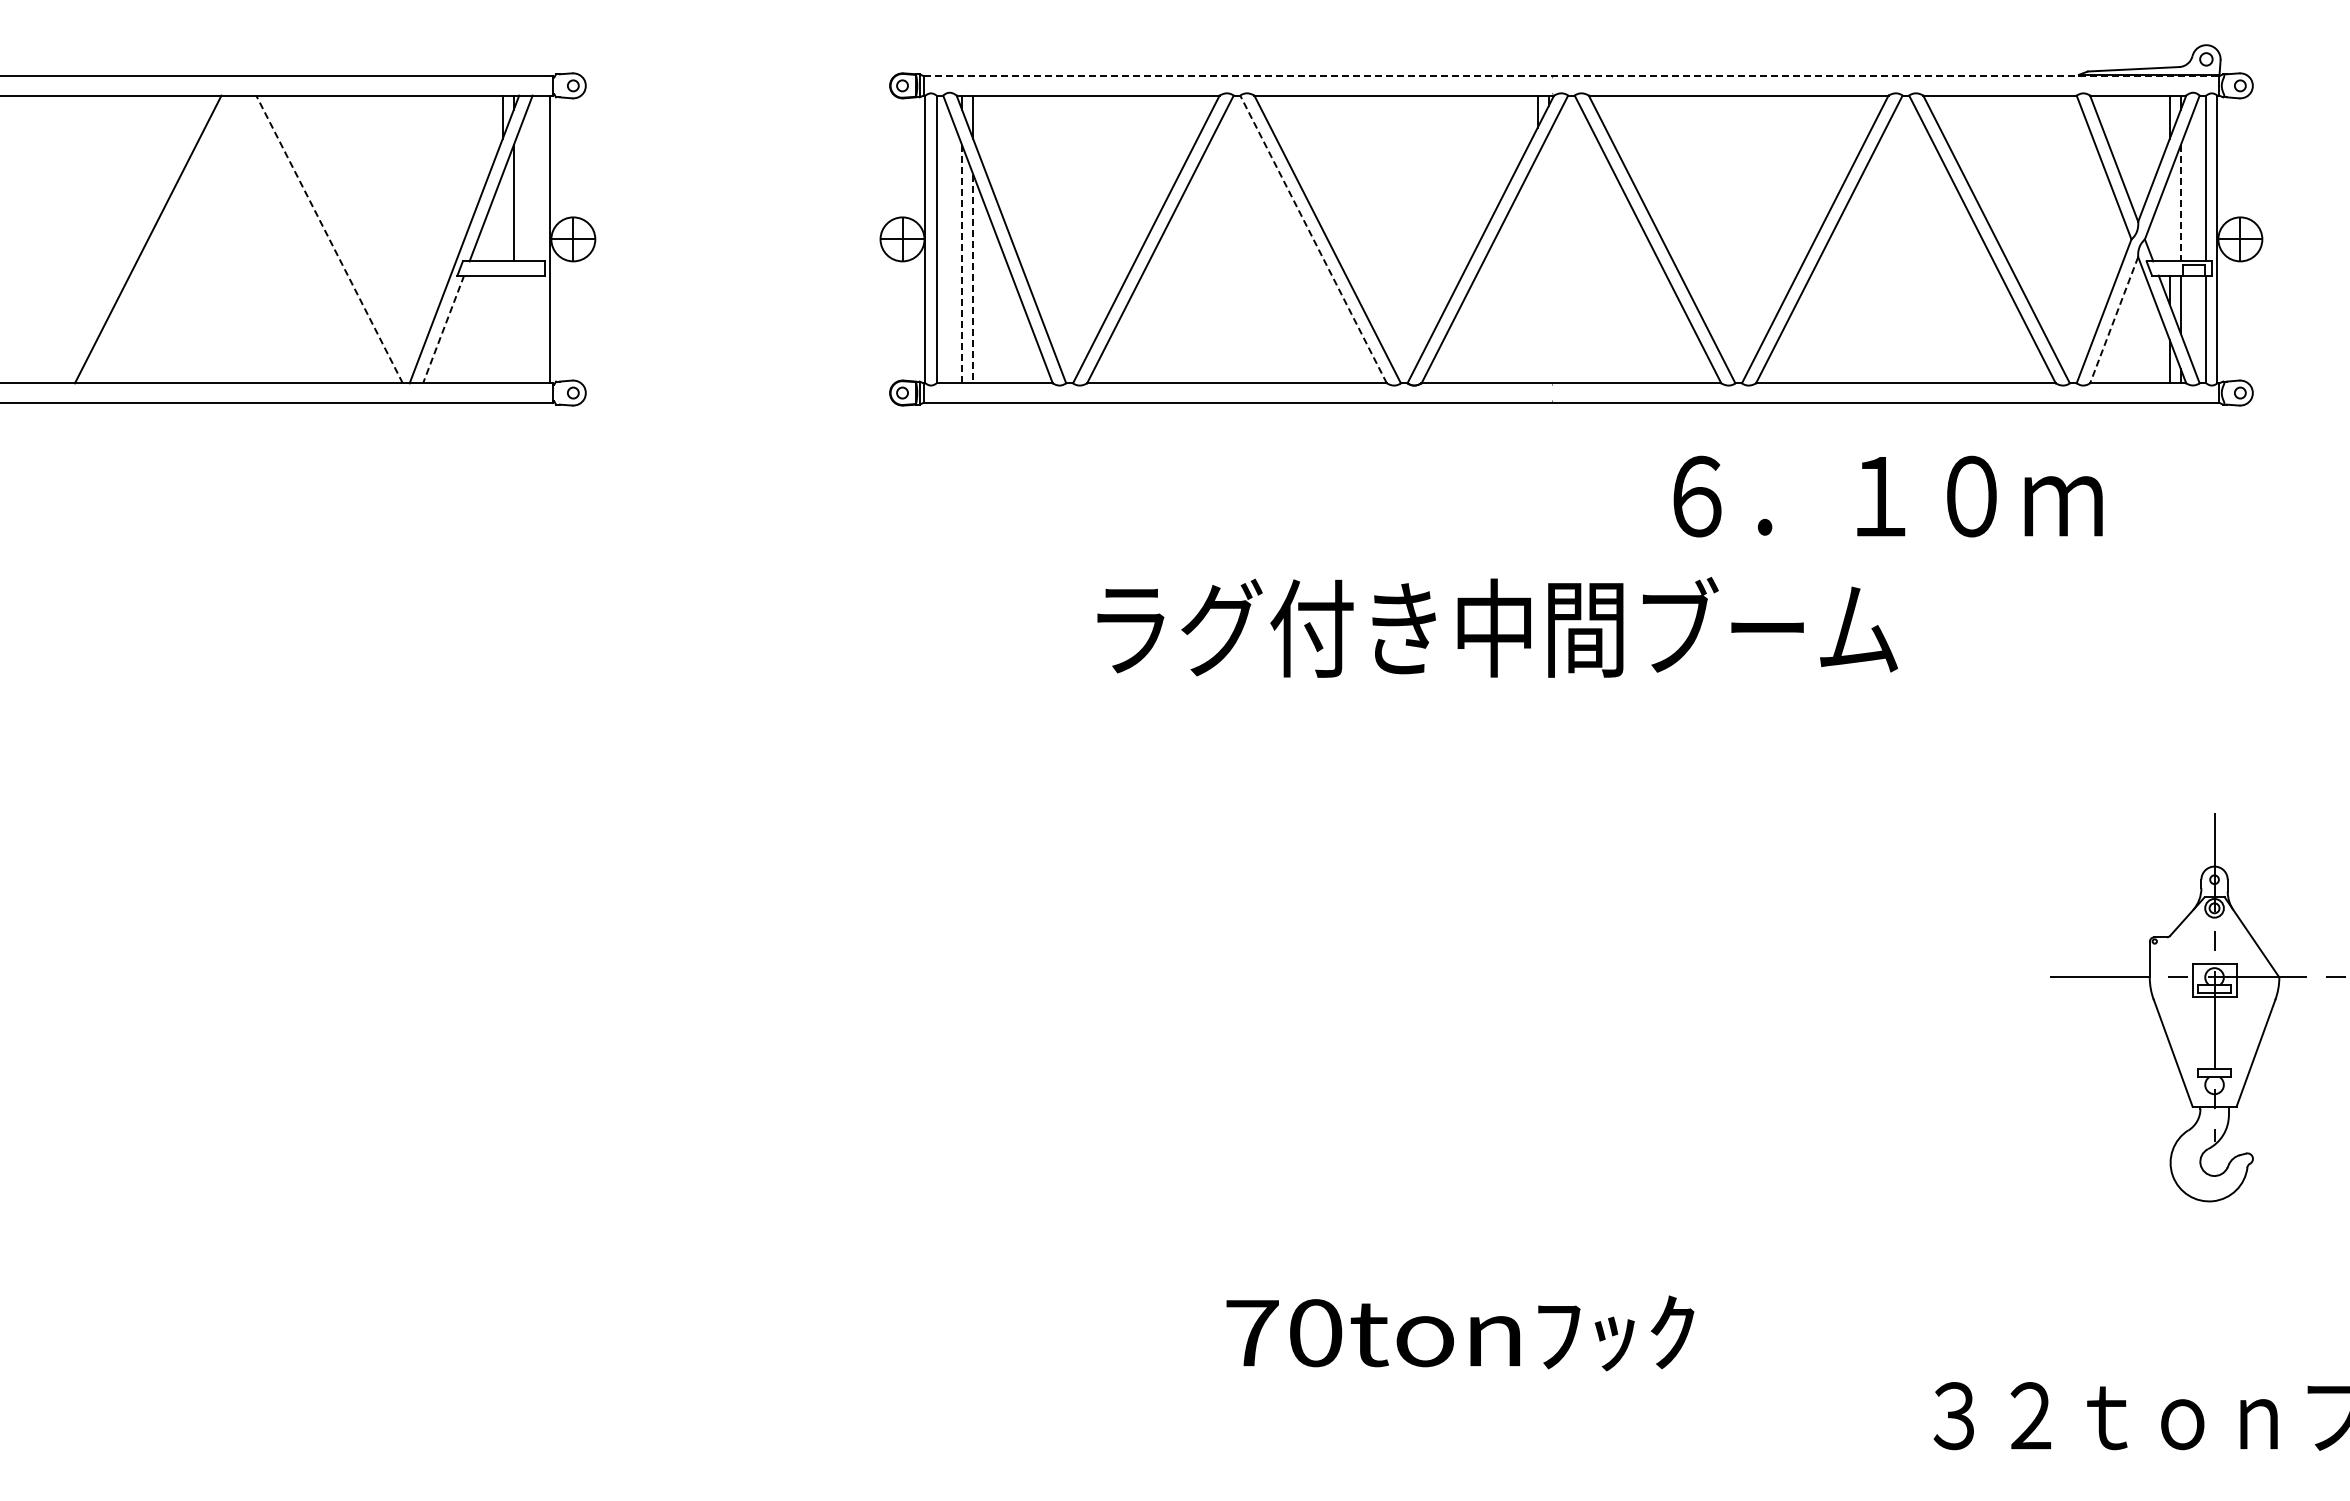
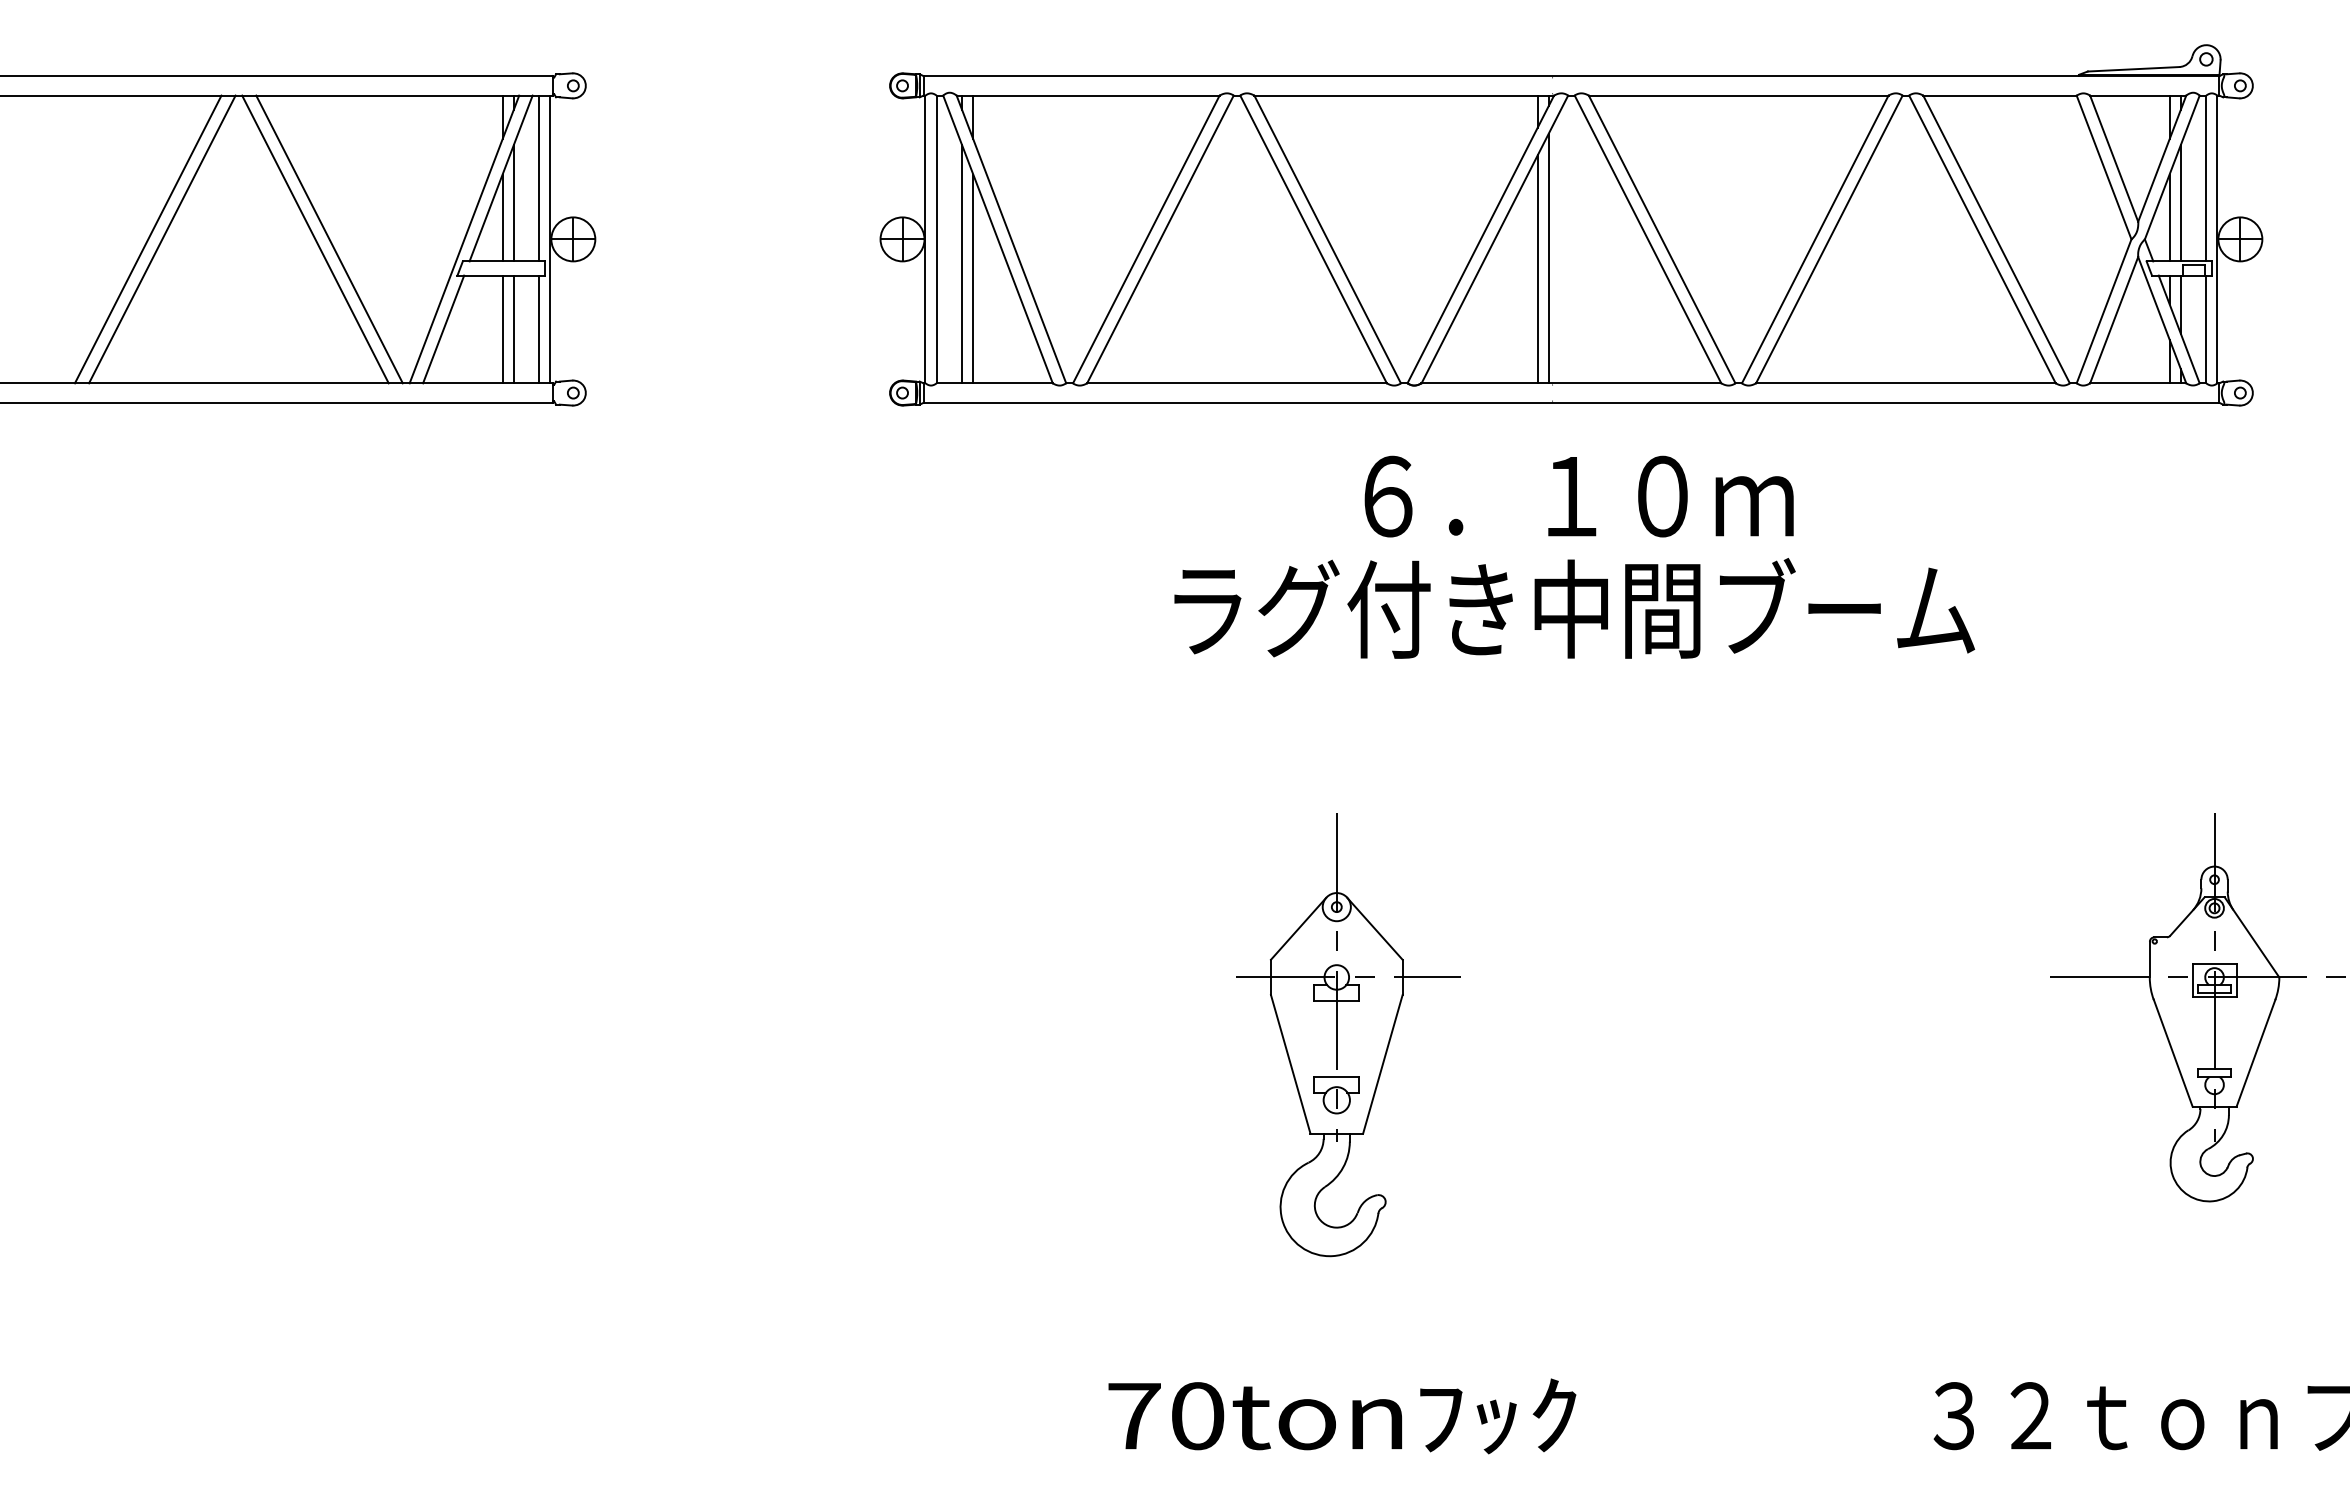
line at (1571, 76): dashed -> solid
line at (539, 178): none -> present
line at (2180, 203): dashed -> solid
line at (502, 217): none -> present
line at (2169, 217): none -> present
line at (162, 239): none -> present
line at (315, 239): none -> present
line at (329, 239): dashed -> solid
line at (1313, 239): dashed -> solid
line at (1548, 258): none -> present
line at (962, 264): dashed -> solid
line at (1537, 269): none -> present
line at (973, 279): dashed -> solid
line at (2114, 320): dashed -> solid
line at (443, 329): dashed -> solid
line at (502, 329): none -> present
line at (513, 329): none -> present
line at (539, 329): none -> present
text at (1887, 496) position: (1887, 496) -> (1578, 496)
text at (1497, 627) position: (1497, 627) -> (1574, 608)
part at (1348, 1035): none -> present
text at (1460, 1333) position: (1460, 1333) -> (1342, 1416)
